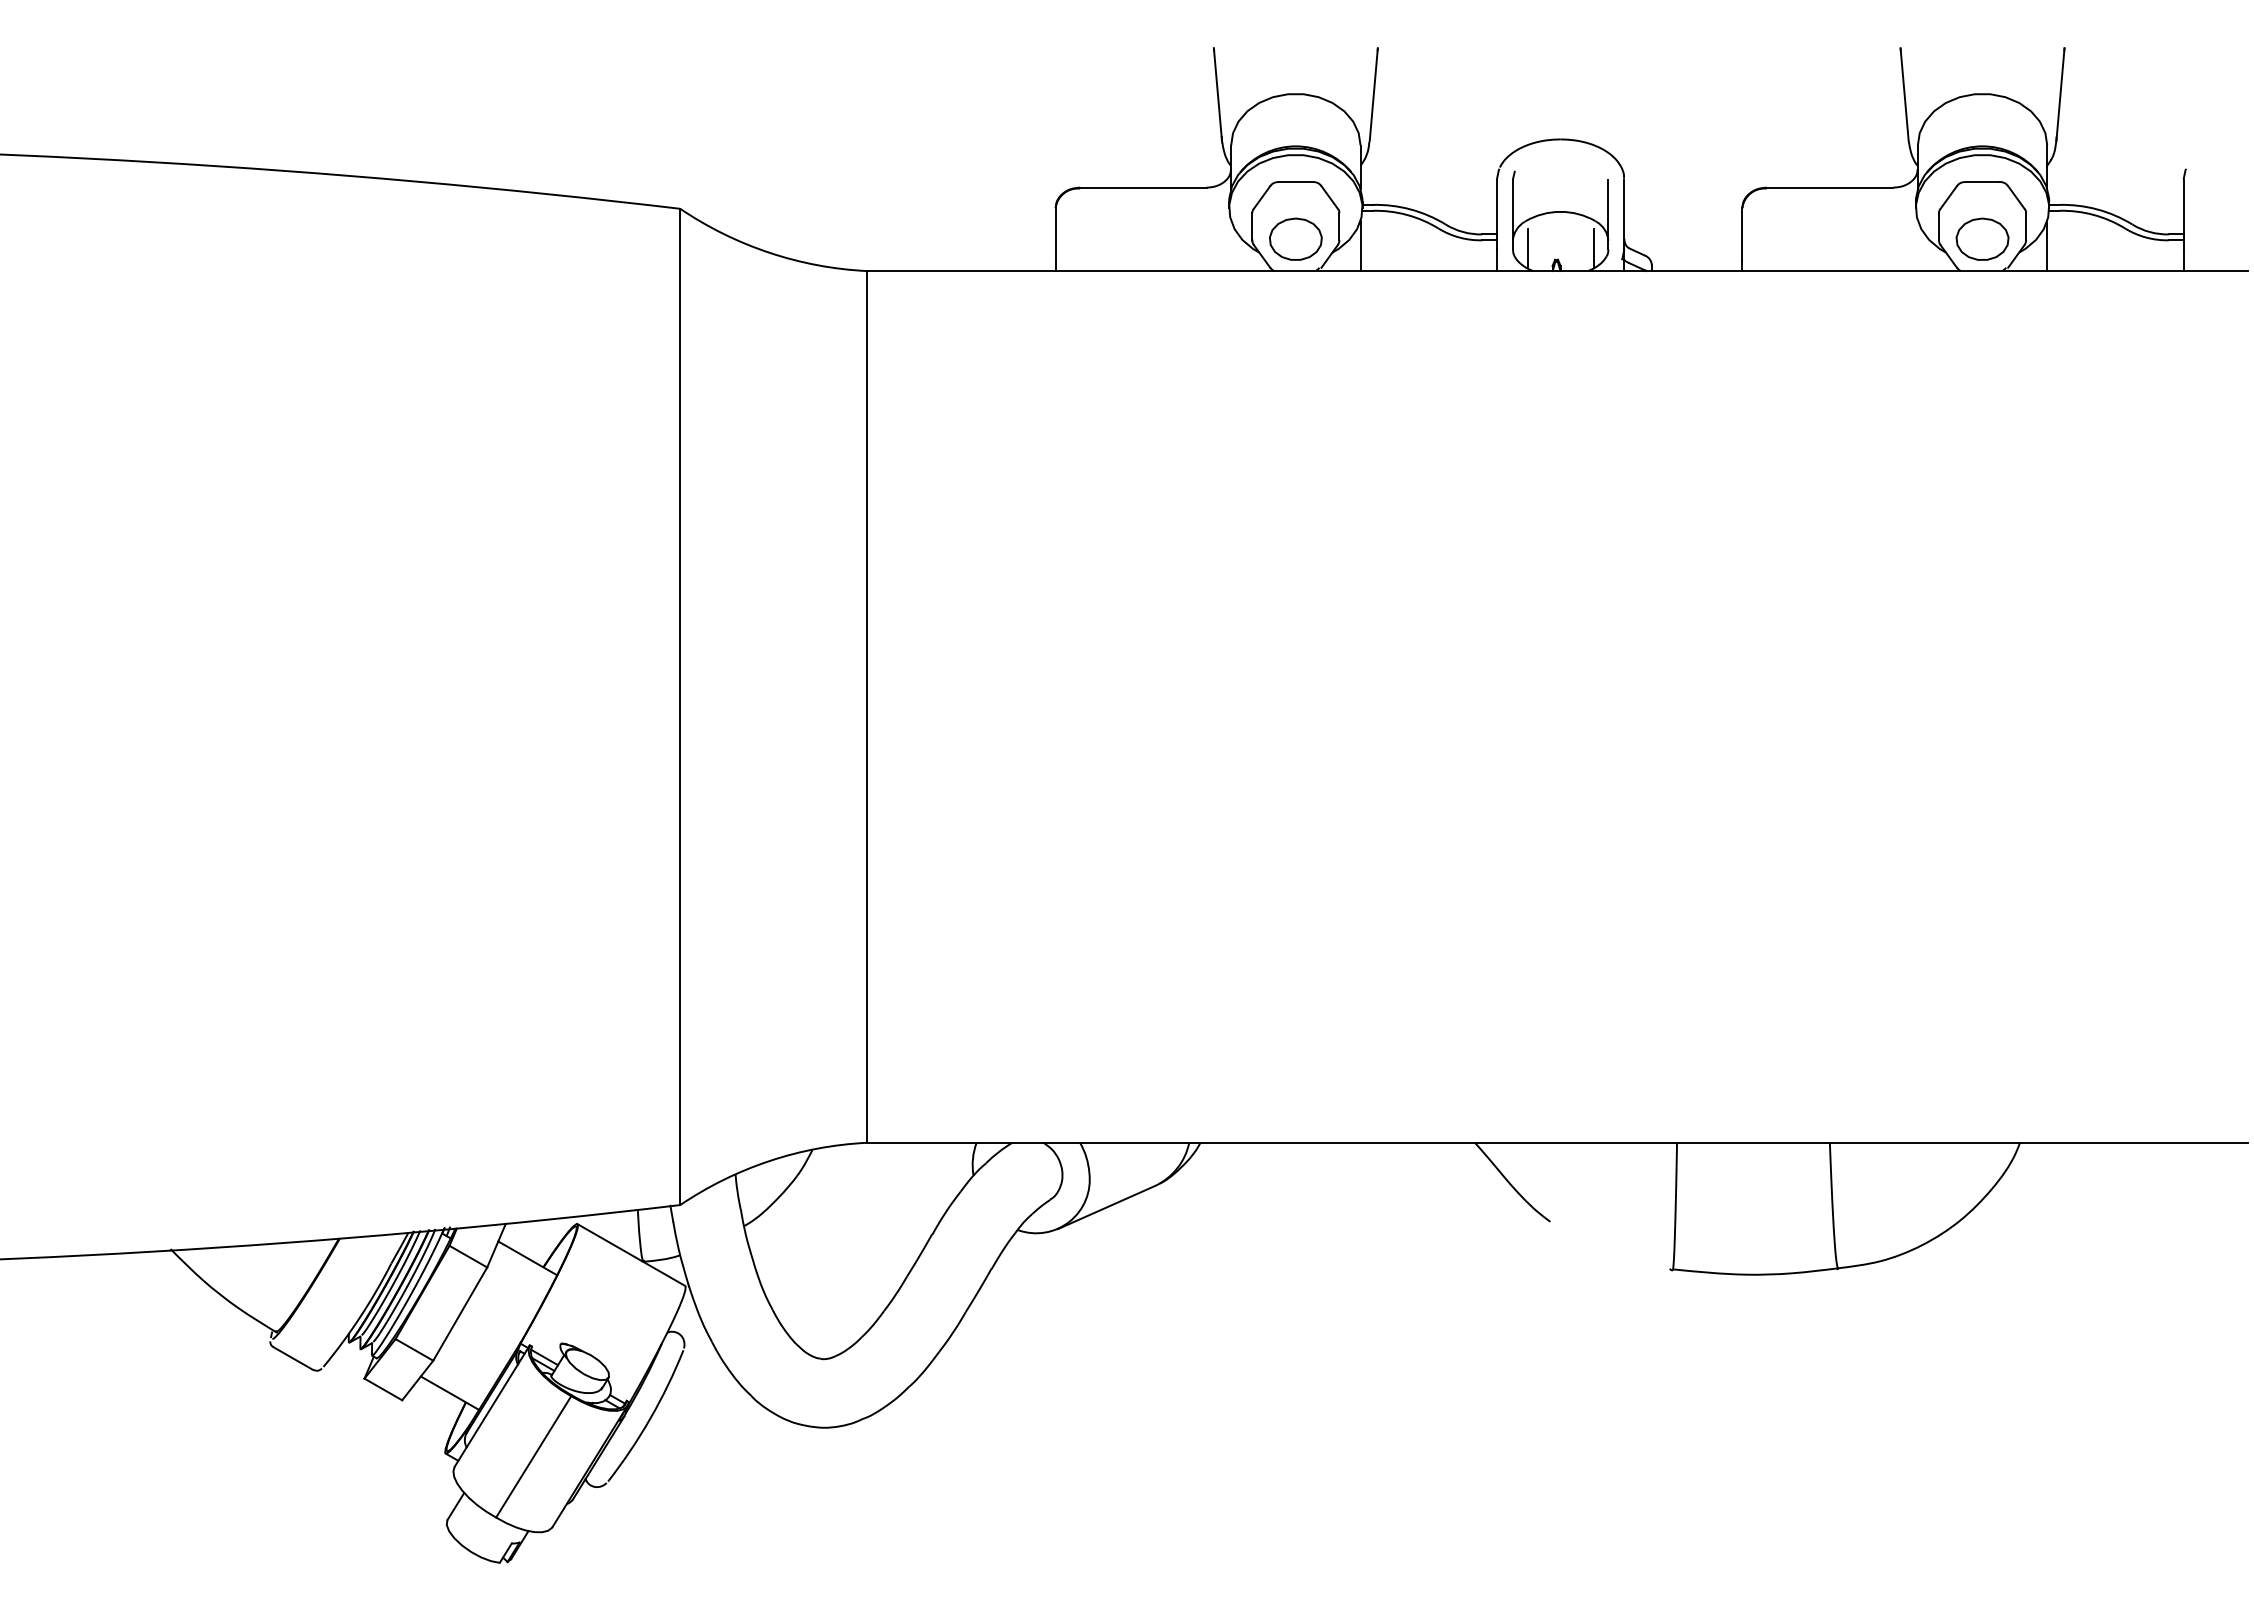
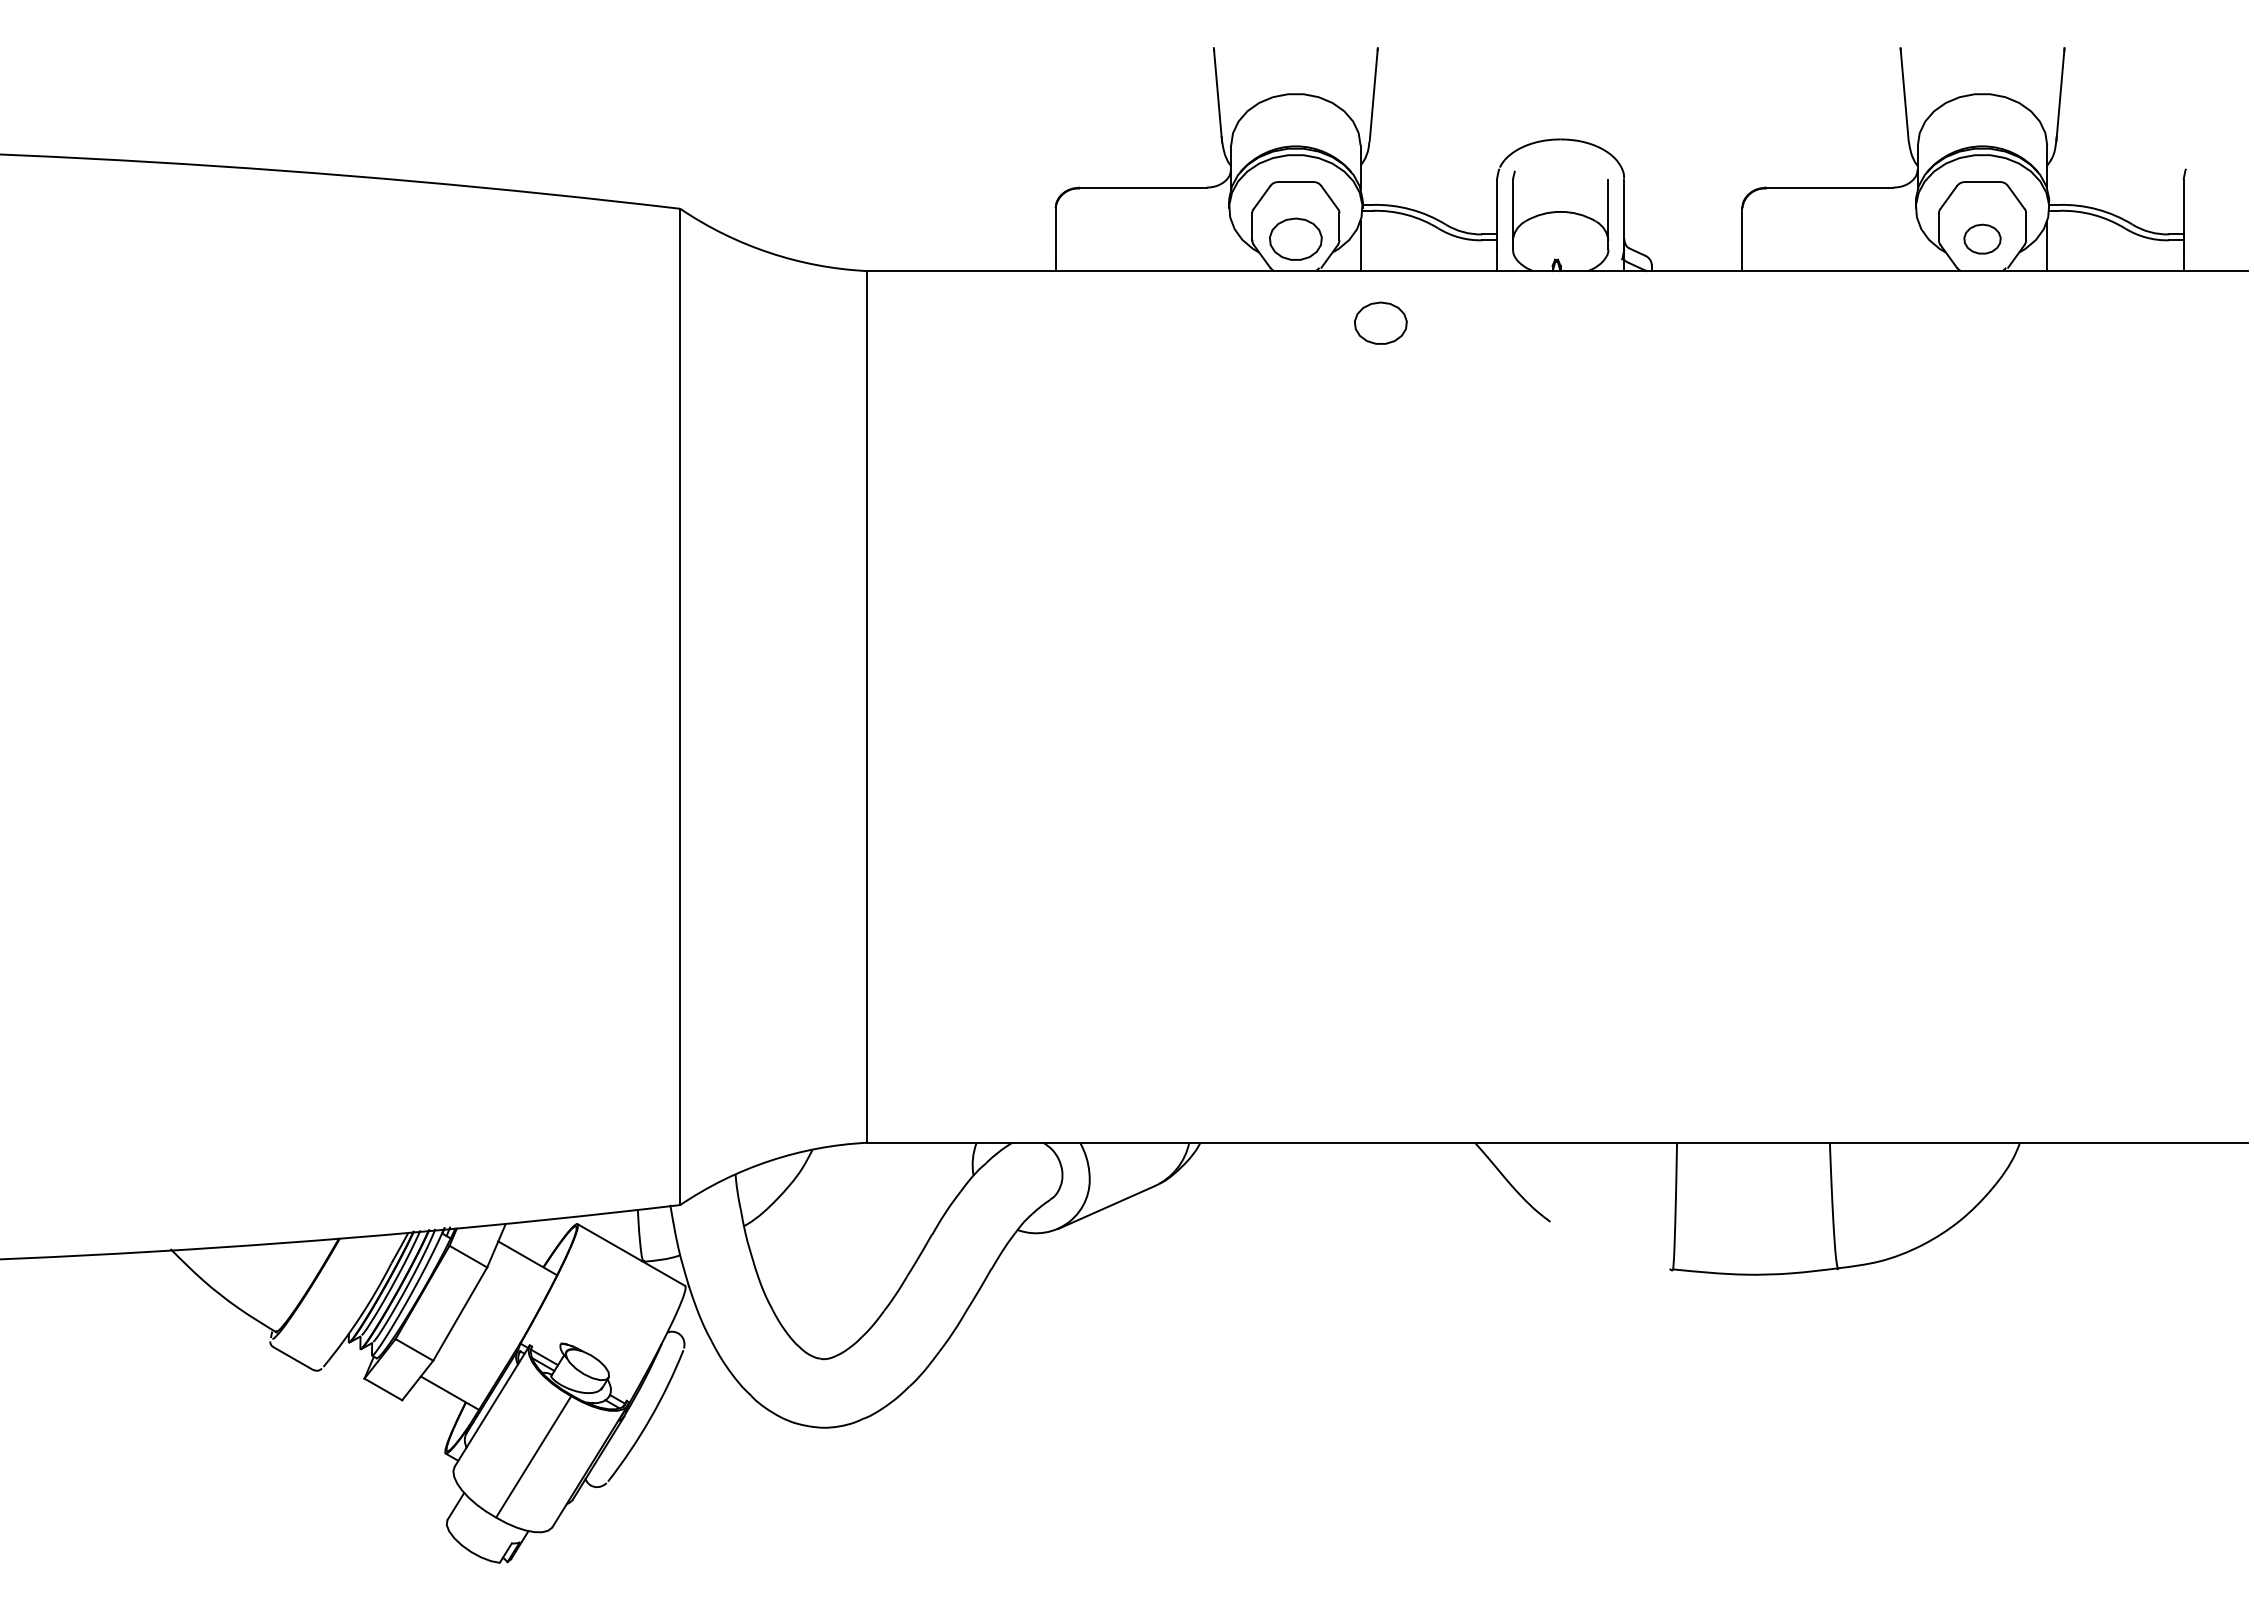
part at (1982, 238) size: 55x44 px -> 39x32 px
line at (1527, 248): present -> none
line at (1593, 248): present -> none
part at (1380, 322): none -> present
